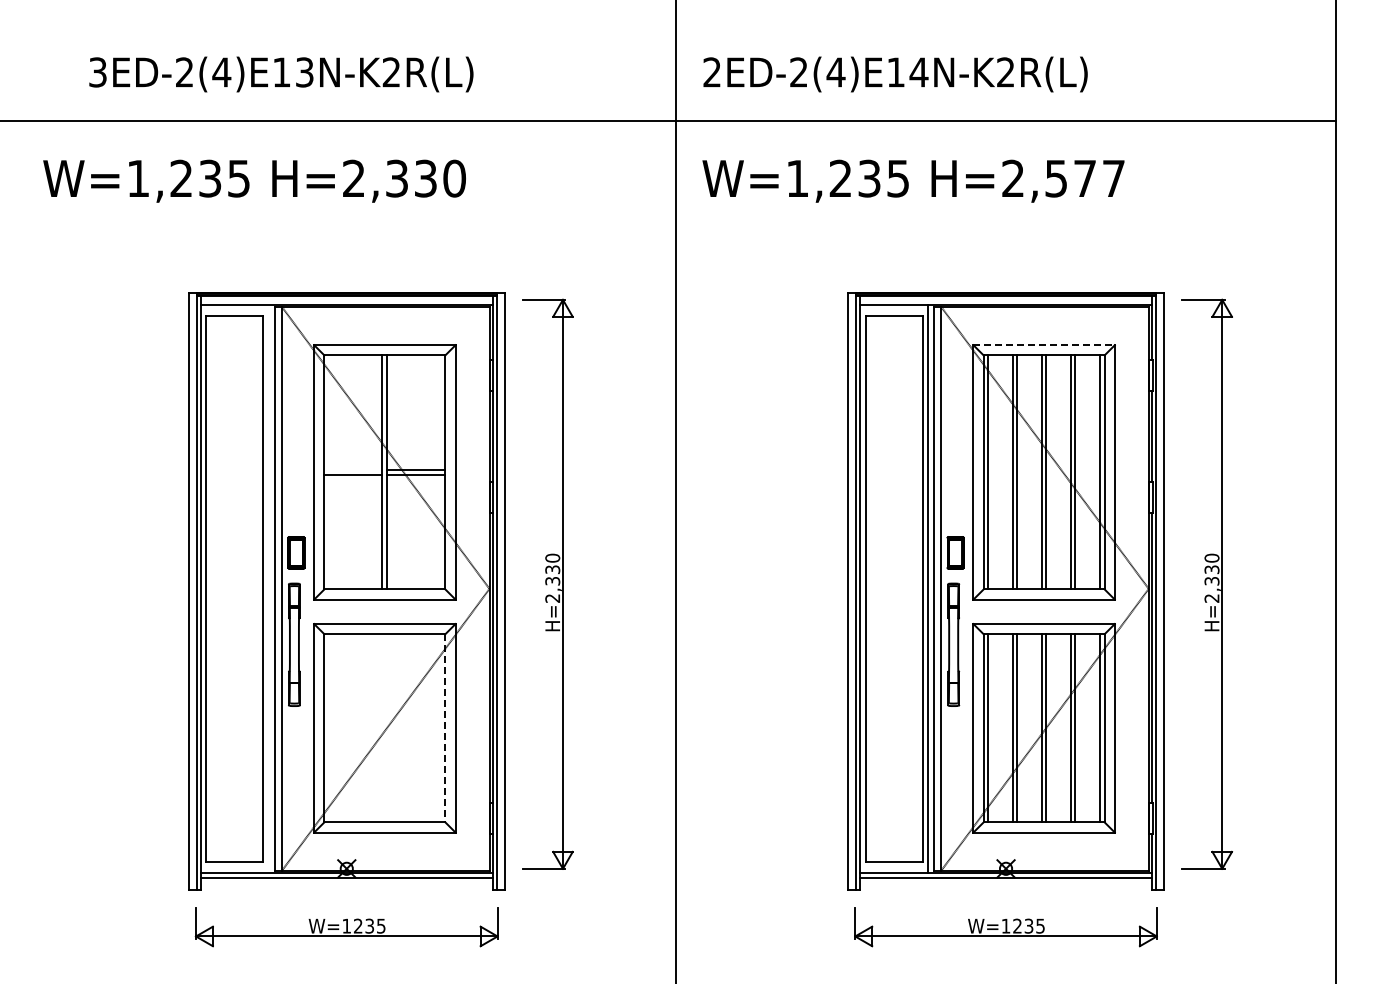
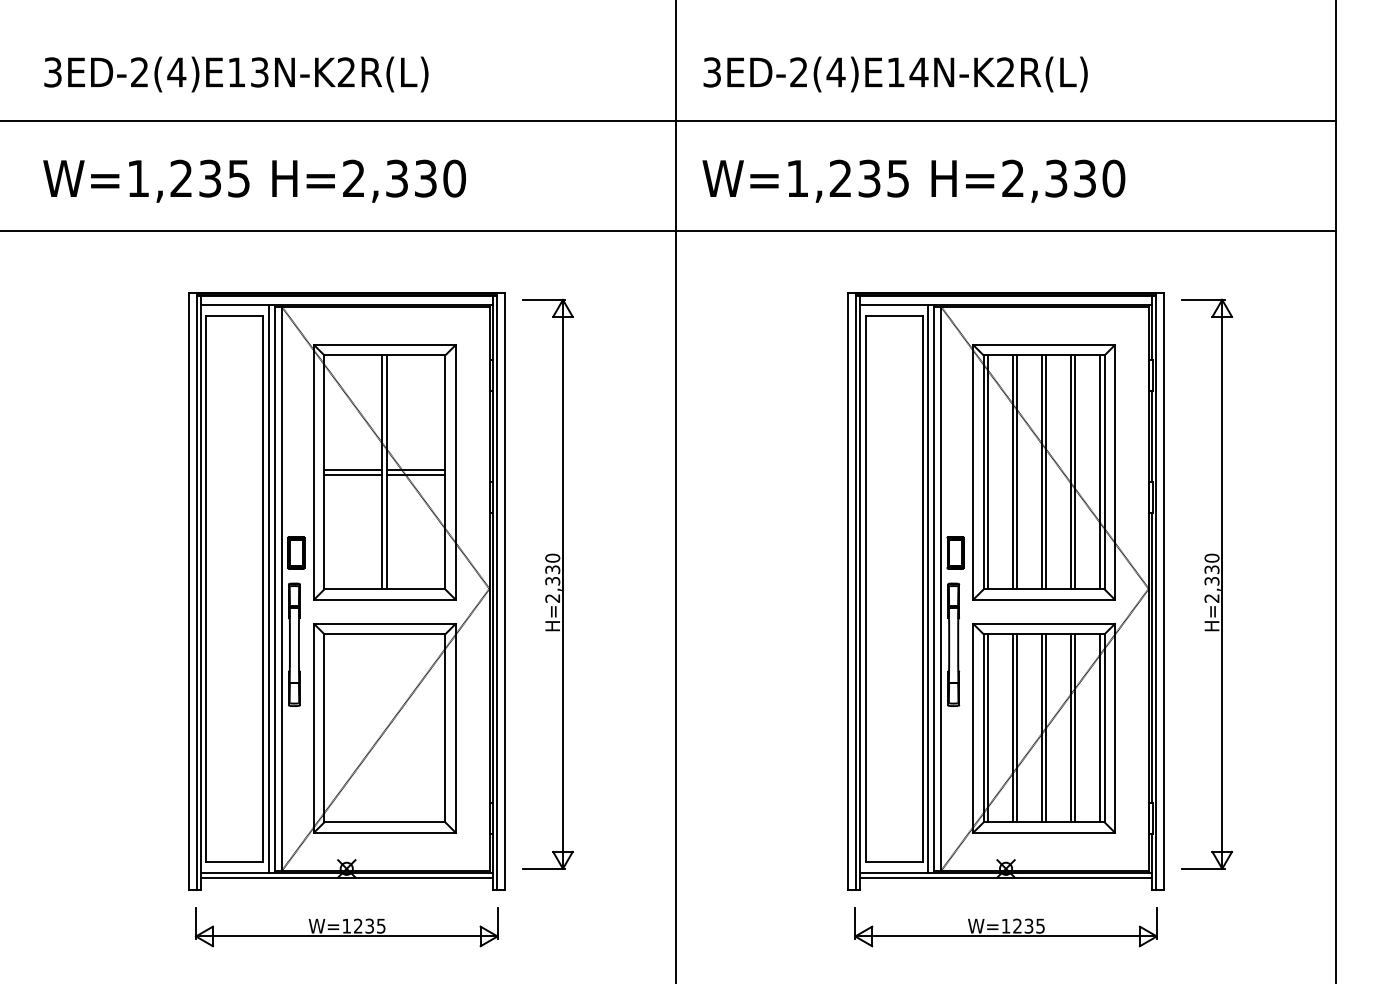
text at (711, 72): 2ED-2(4)E14N-K2R(L) -> 3ED-2(4)E14N-K2R(L)
text at (281, 74) position: (281, 74) -> (236, 74)
text at (1085, 178): H=2,577 -> H=2,330
line at (668, 230): none -> present
line at (1044, 345): dashed -> solid
line at (353, 469): none -> present
line at (268, 588): none -> present
line at (445, 728): dashed -> solid
